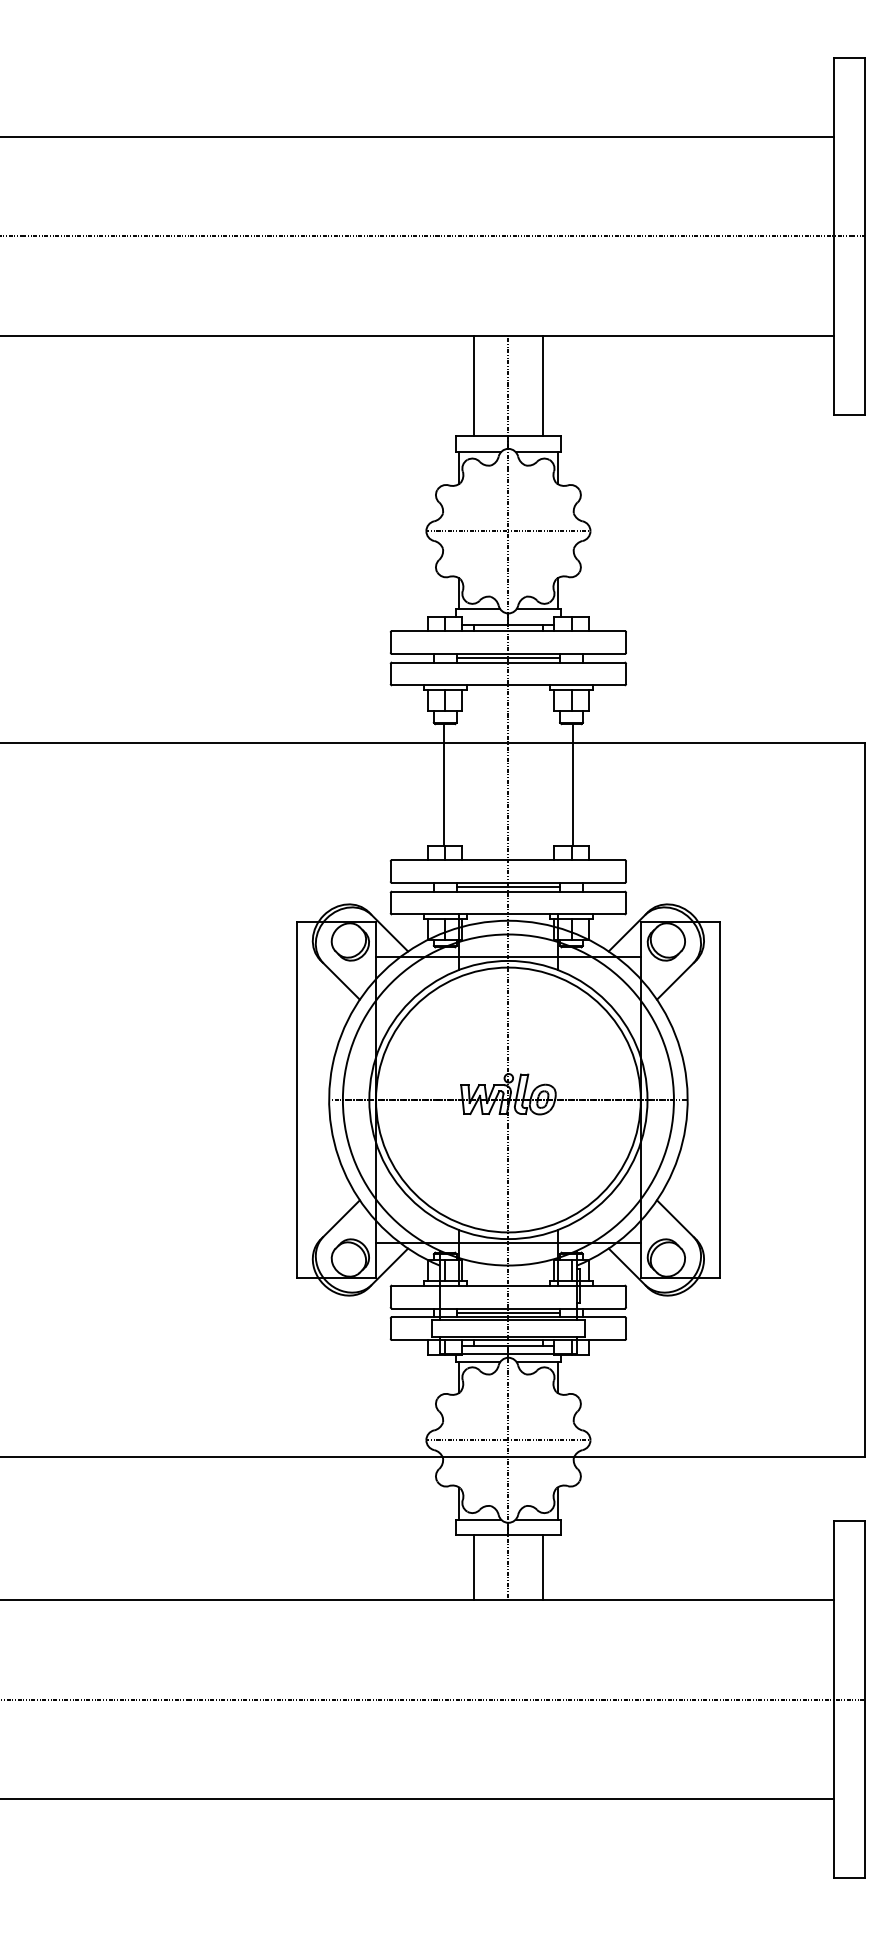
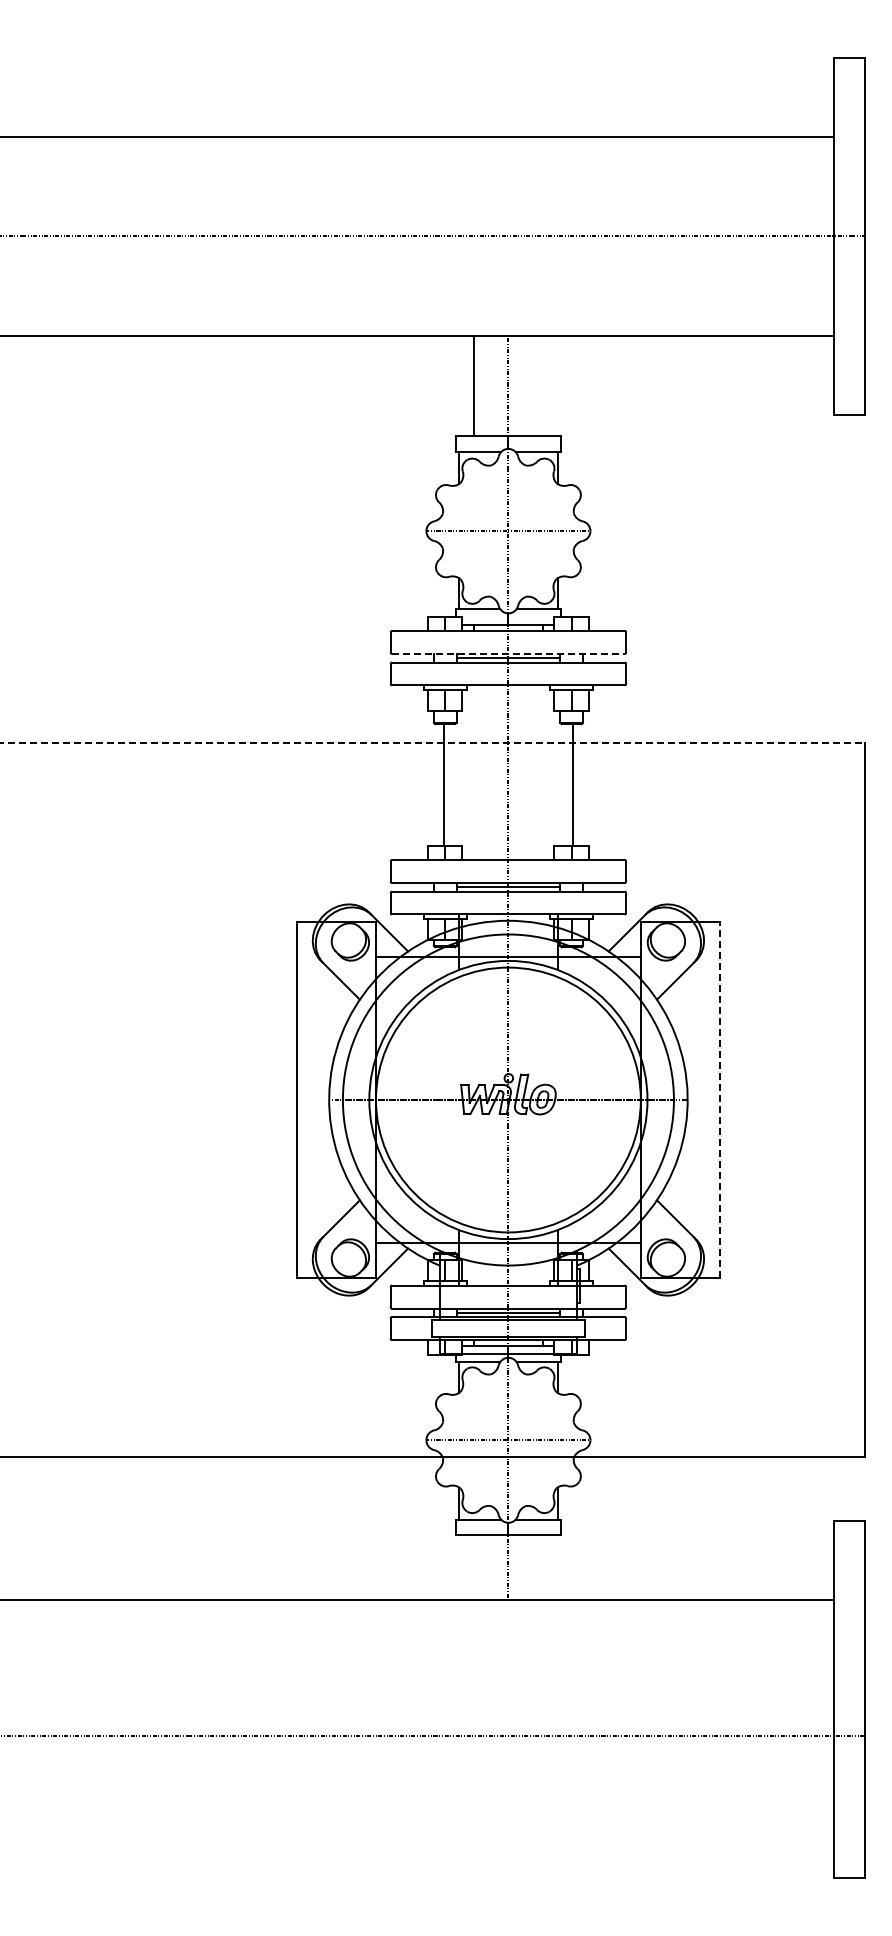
line at (542, 386): present -> none
line at (508, 653): solid -> dashed
line at (433, 743): solid -> dashed
line at (719, 1099): solid -> dashed
line at (473, 1567): present -> none
line at (542, 1567): present -> none
line at (433, 1699) position: (433, 1699) -> (433, 1735)
line at (417, 1799): present -> none
